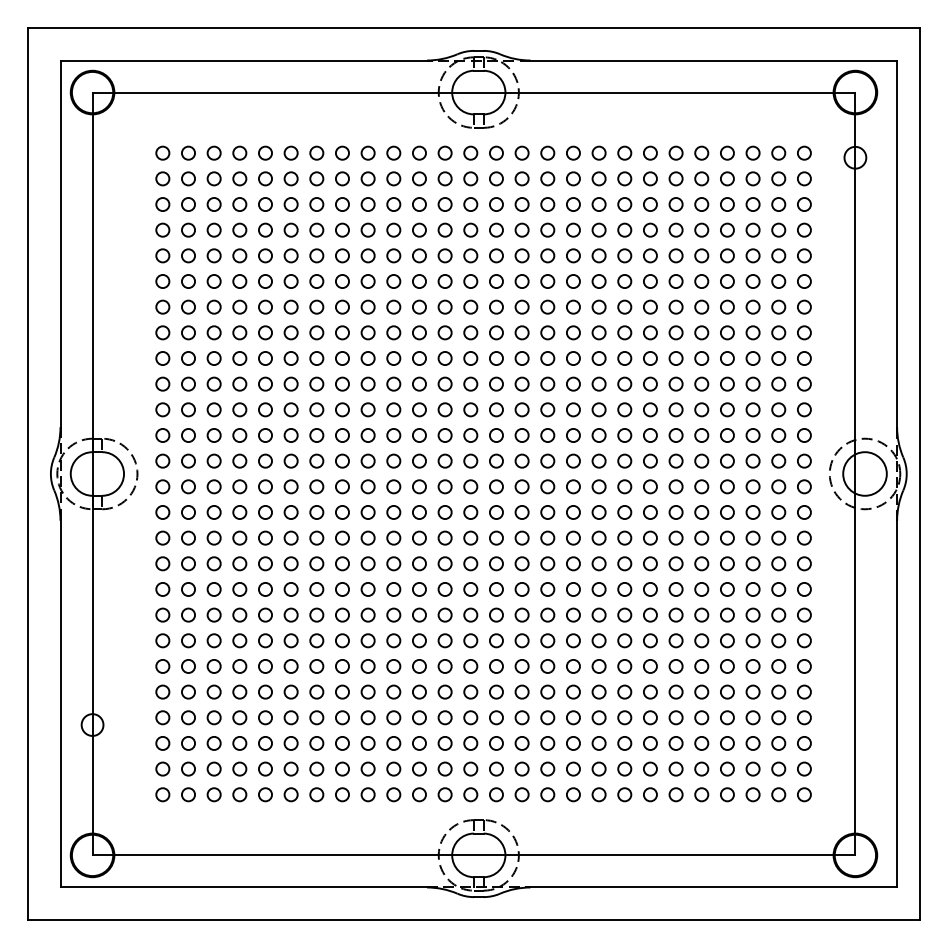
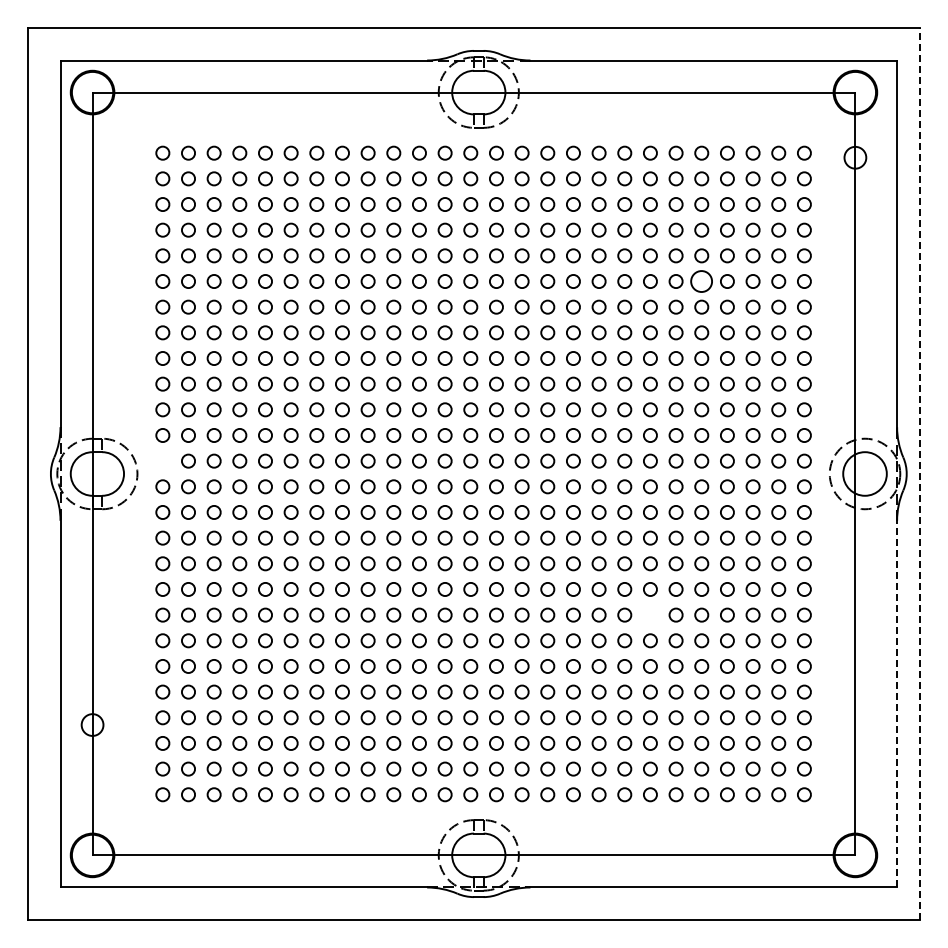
circle at (701, 281) size: 16x15 px -> 23x23 px
circle at (162, 460): present -> none
line at (919, 474): solid -> dashed
circle at (650, 614): present -> none
line at (897, 703): solid -> dashed
